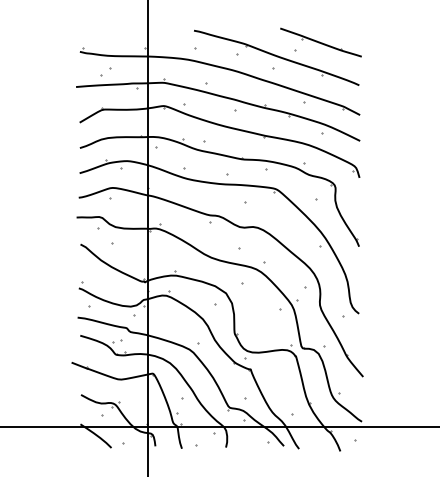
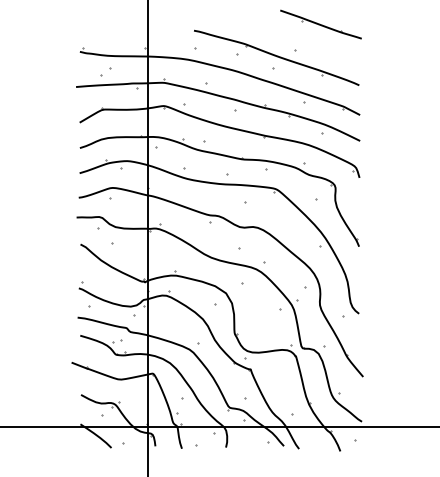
part at (320, 42) position: (320, 42) -> (320, 24)
